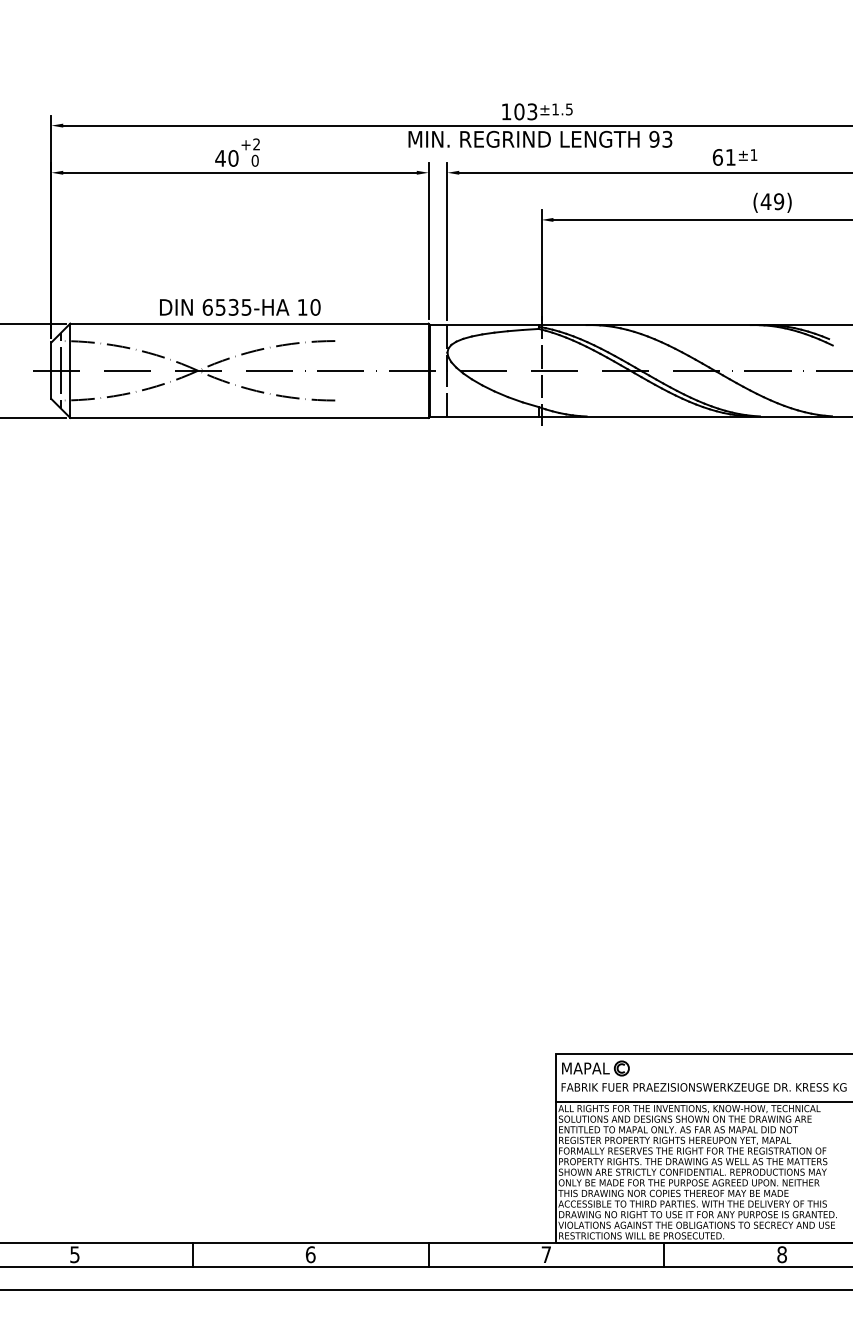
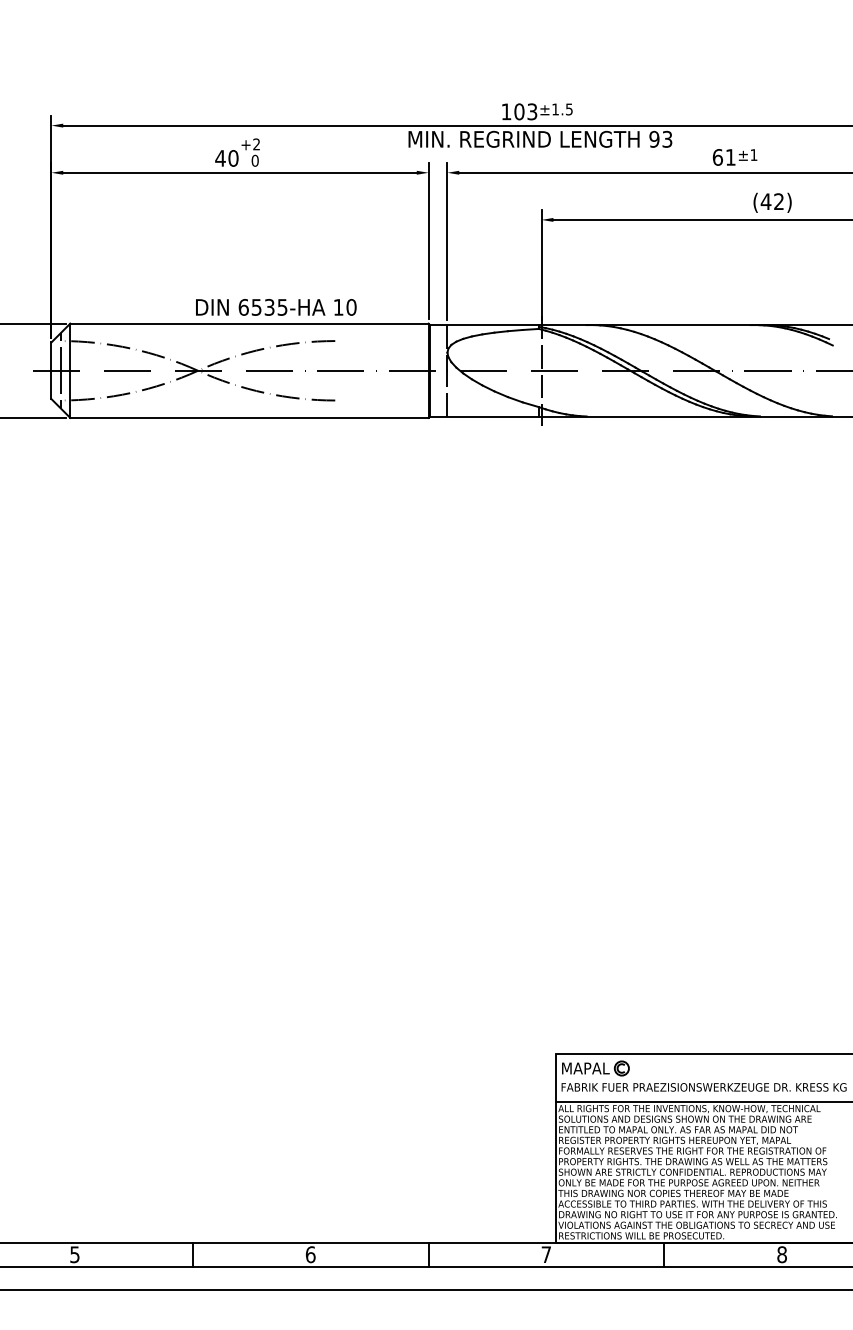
text at (779, 201): (49) -> (42)
text at (240, 307) position: (240, 307) -> (276, 307)
